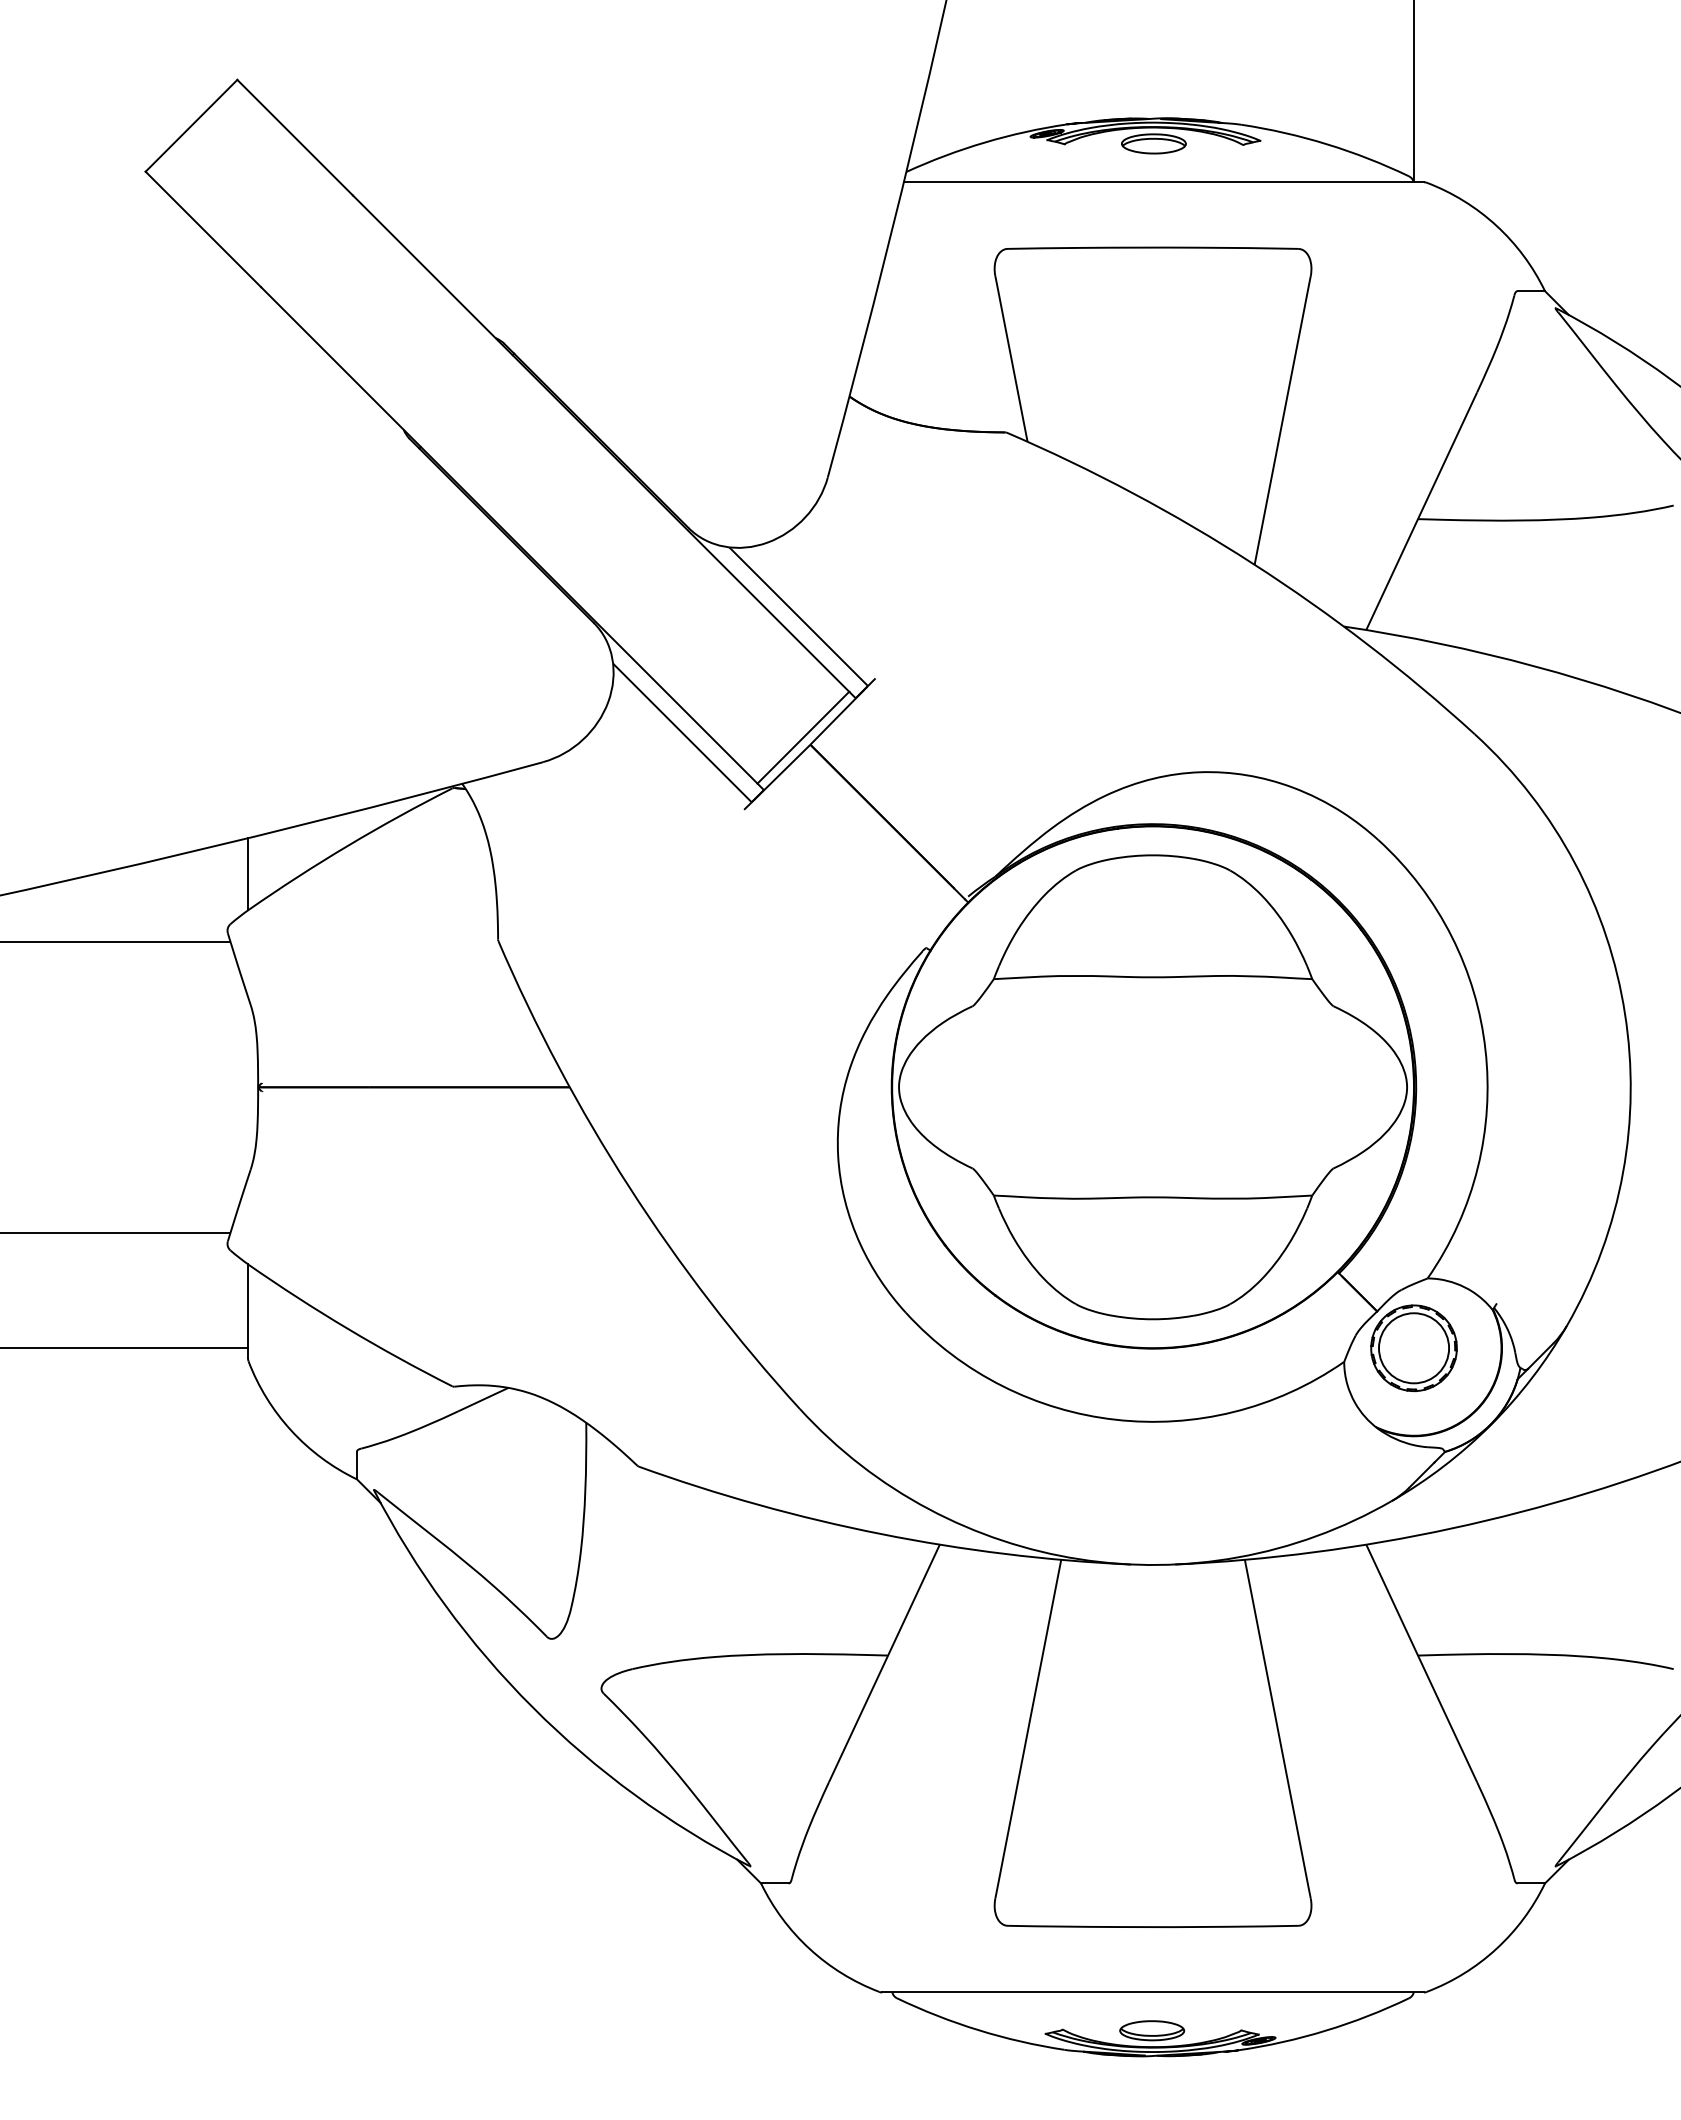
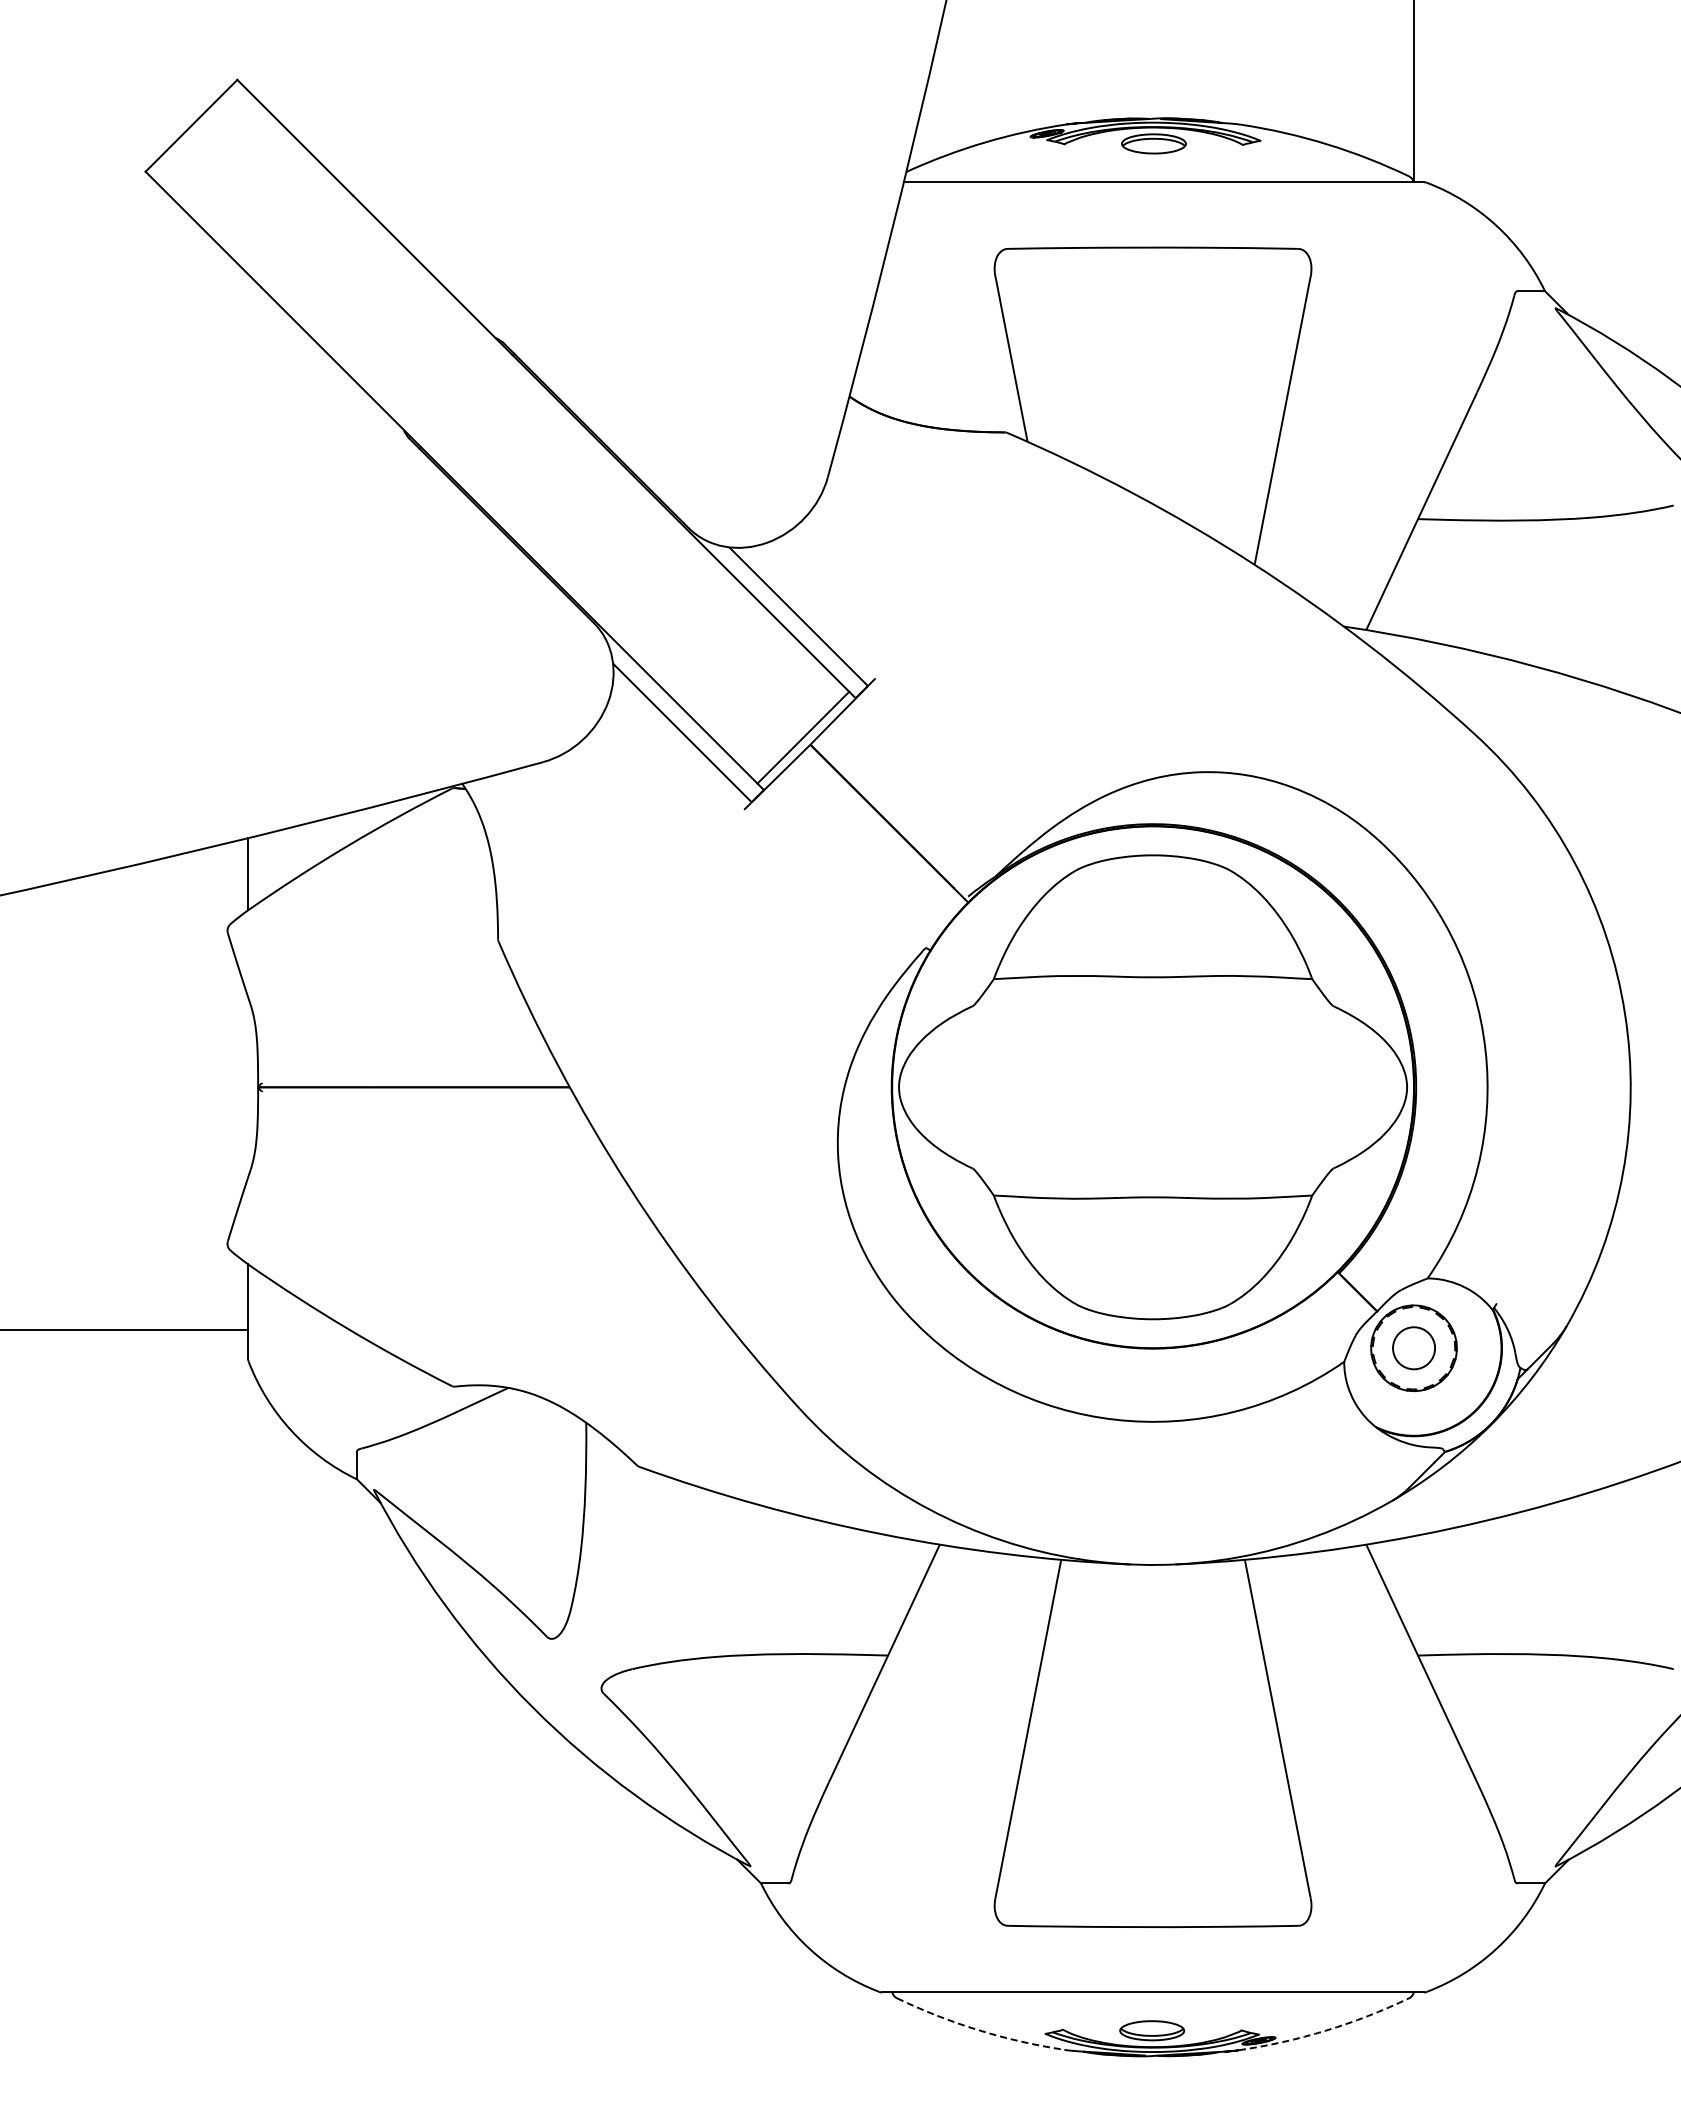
line at (116, 941): present -> none
line at (116, 1233): present -> none
line at (125, 1348) position: (125, 1348) -> (125, 1330)
circle at (1413, 1348) diameter: 70 px -> 42 px
arc at (978, 2030): solid -> dashed
arc at (1325, 2030): solid -> dashed
